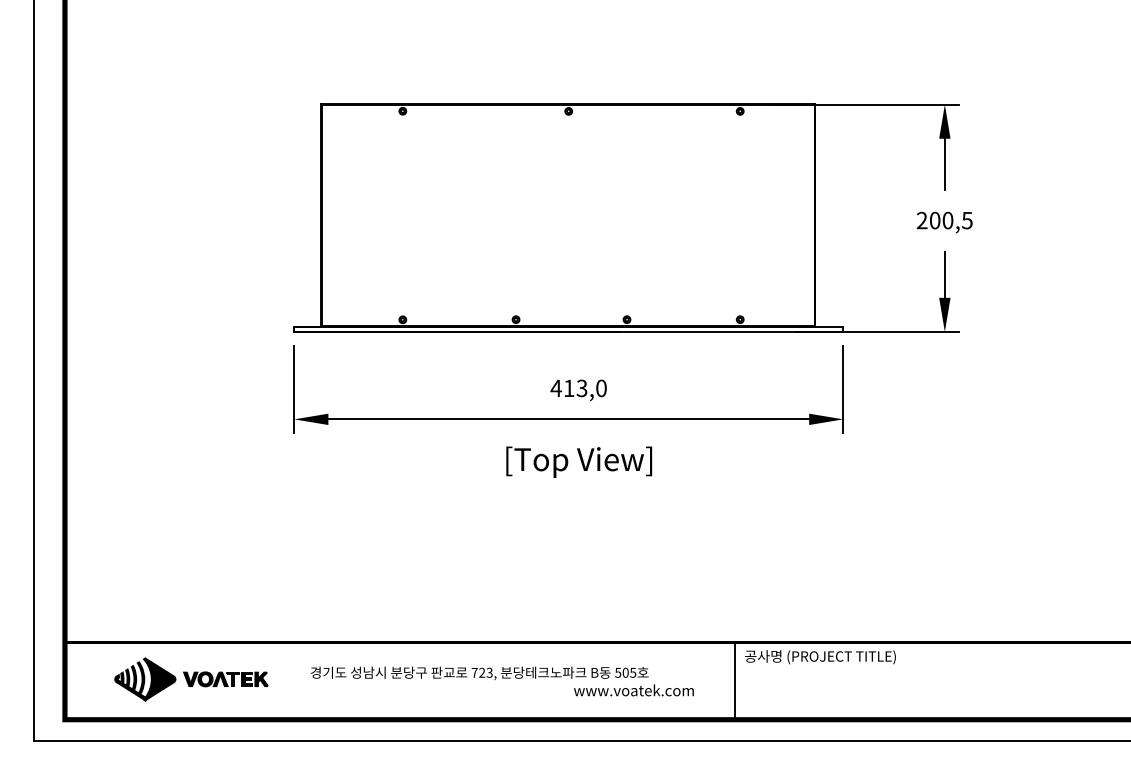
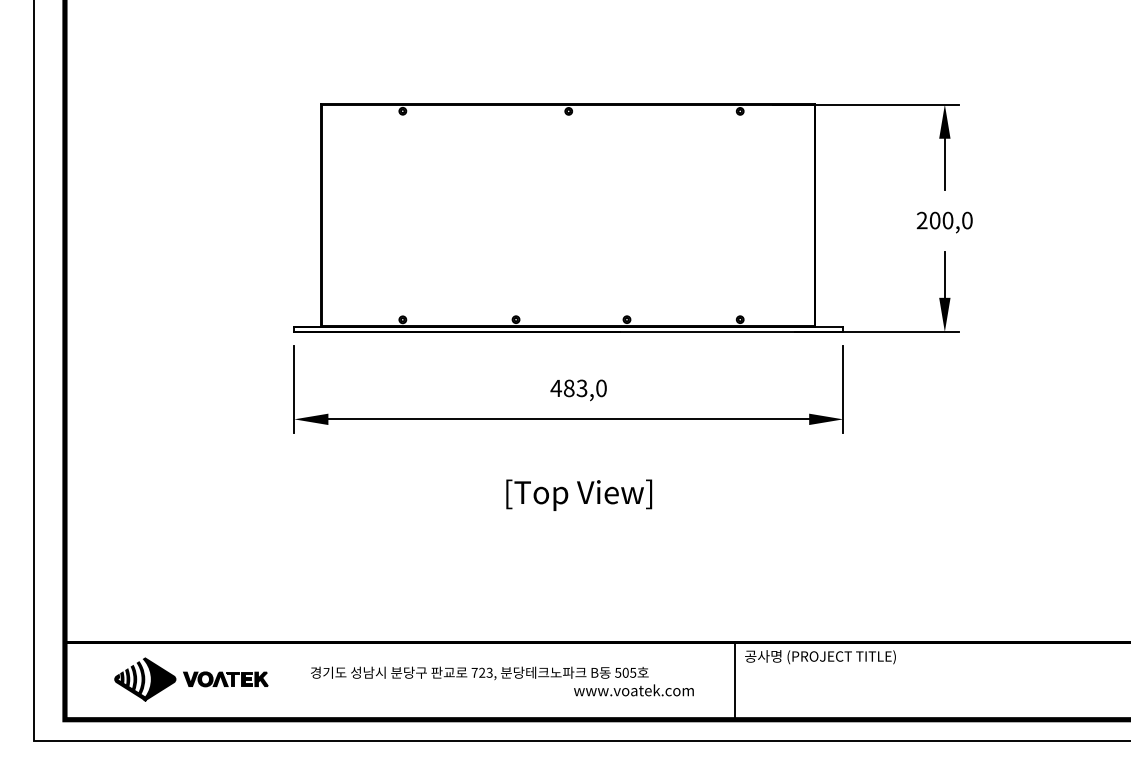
text at (966, 220): 200,5 -> 200,0
text at (569, 388): 413,0 -> 483,0
text at (579, 461) position: (579, 461) -> (579, 494)
